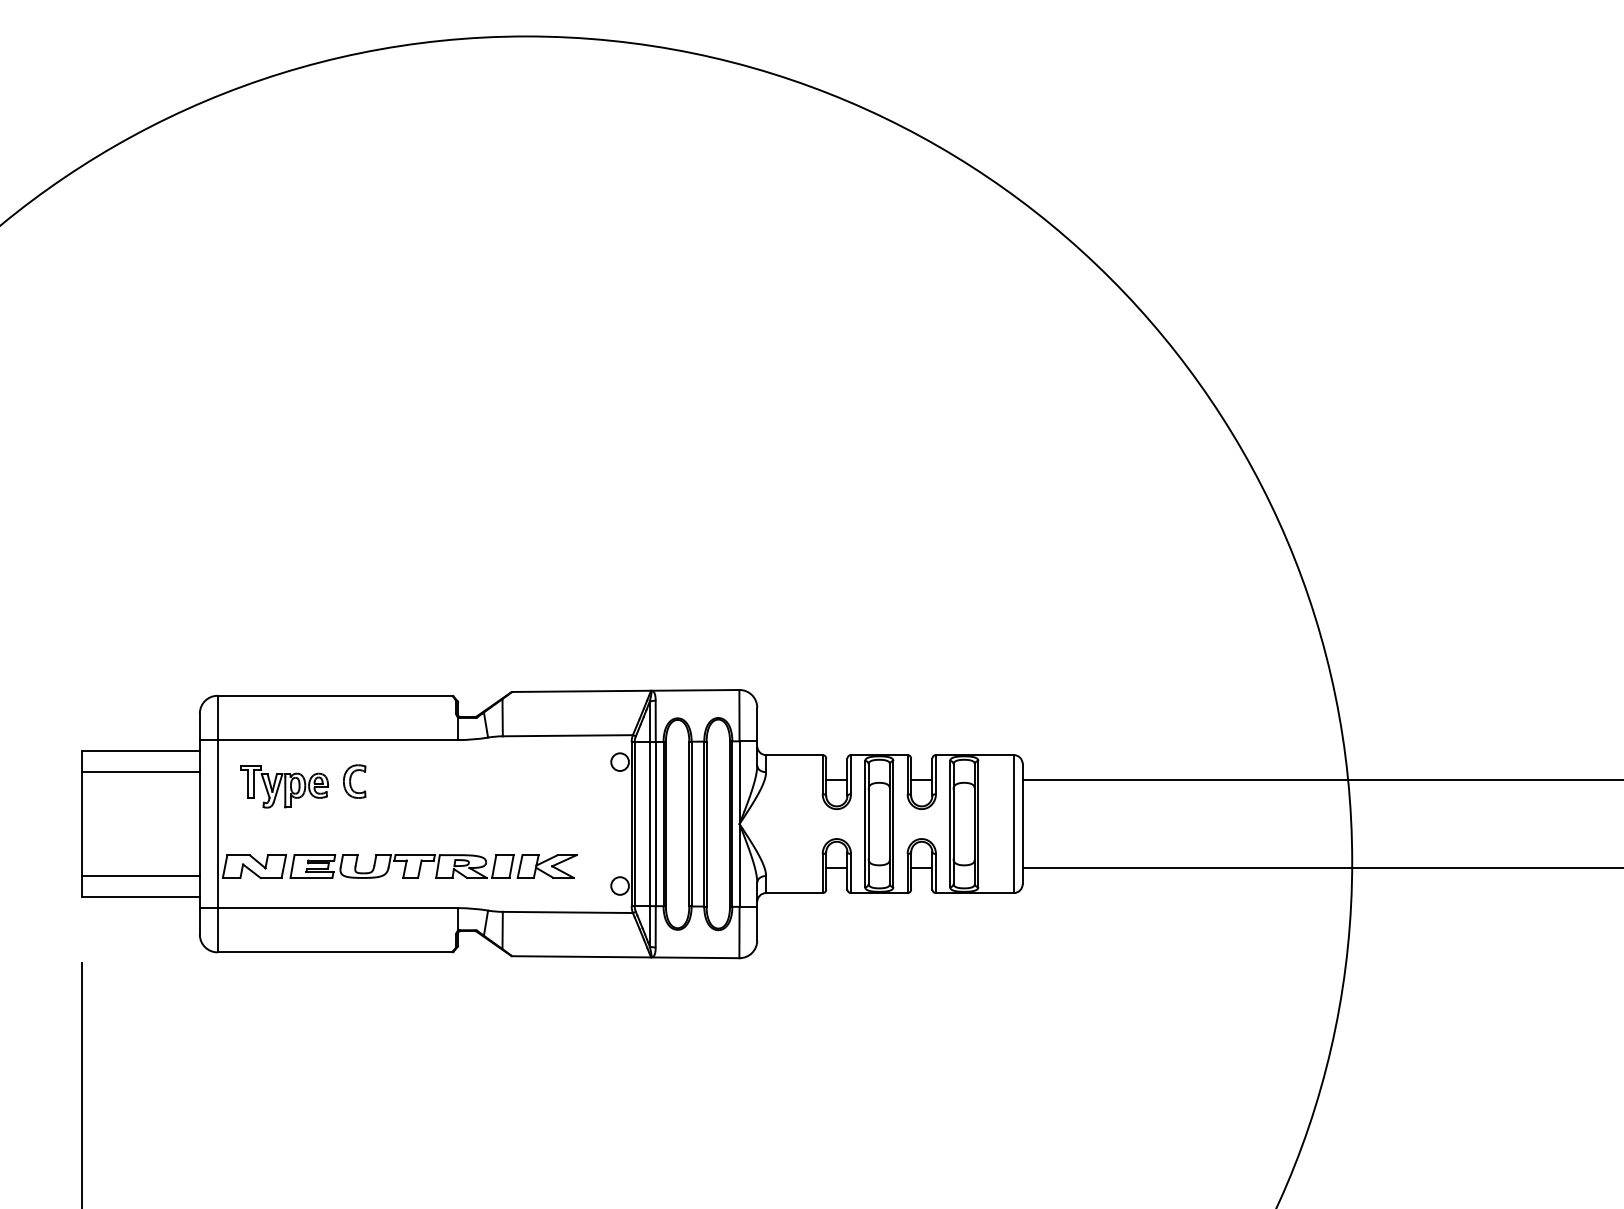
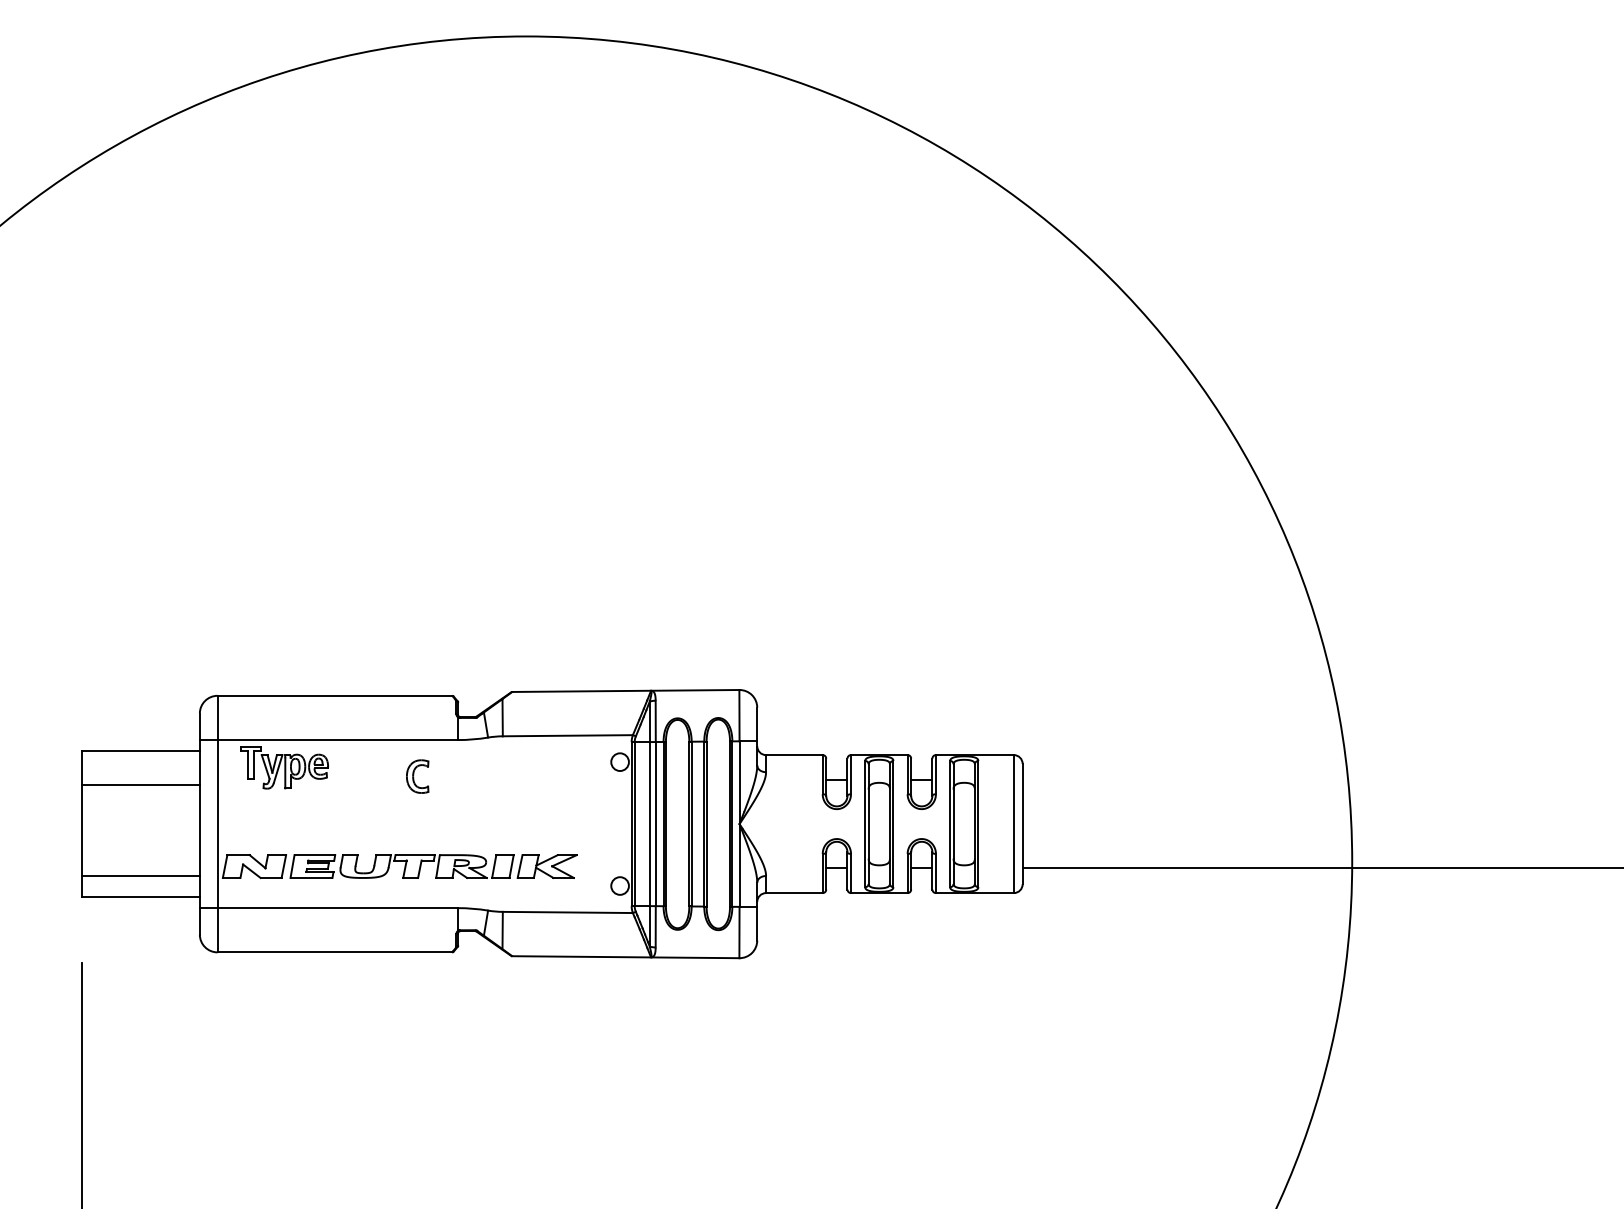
line at (140, 772) position: (140, 772) -> (140, 785)
line at (1321, 779): present -> none
part at (354, 781) position: (354, 781) -> (417, 776)
part at (284, 786) position: (284, 786) -> (284, 767)
